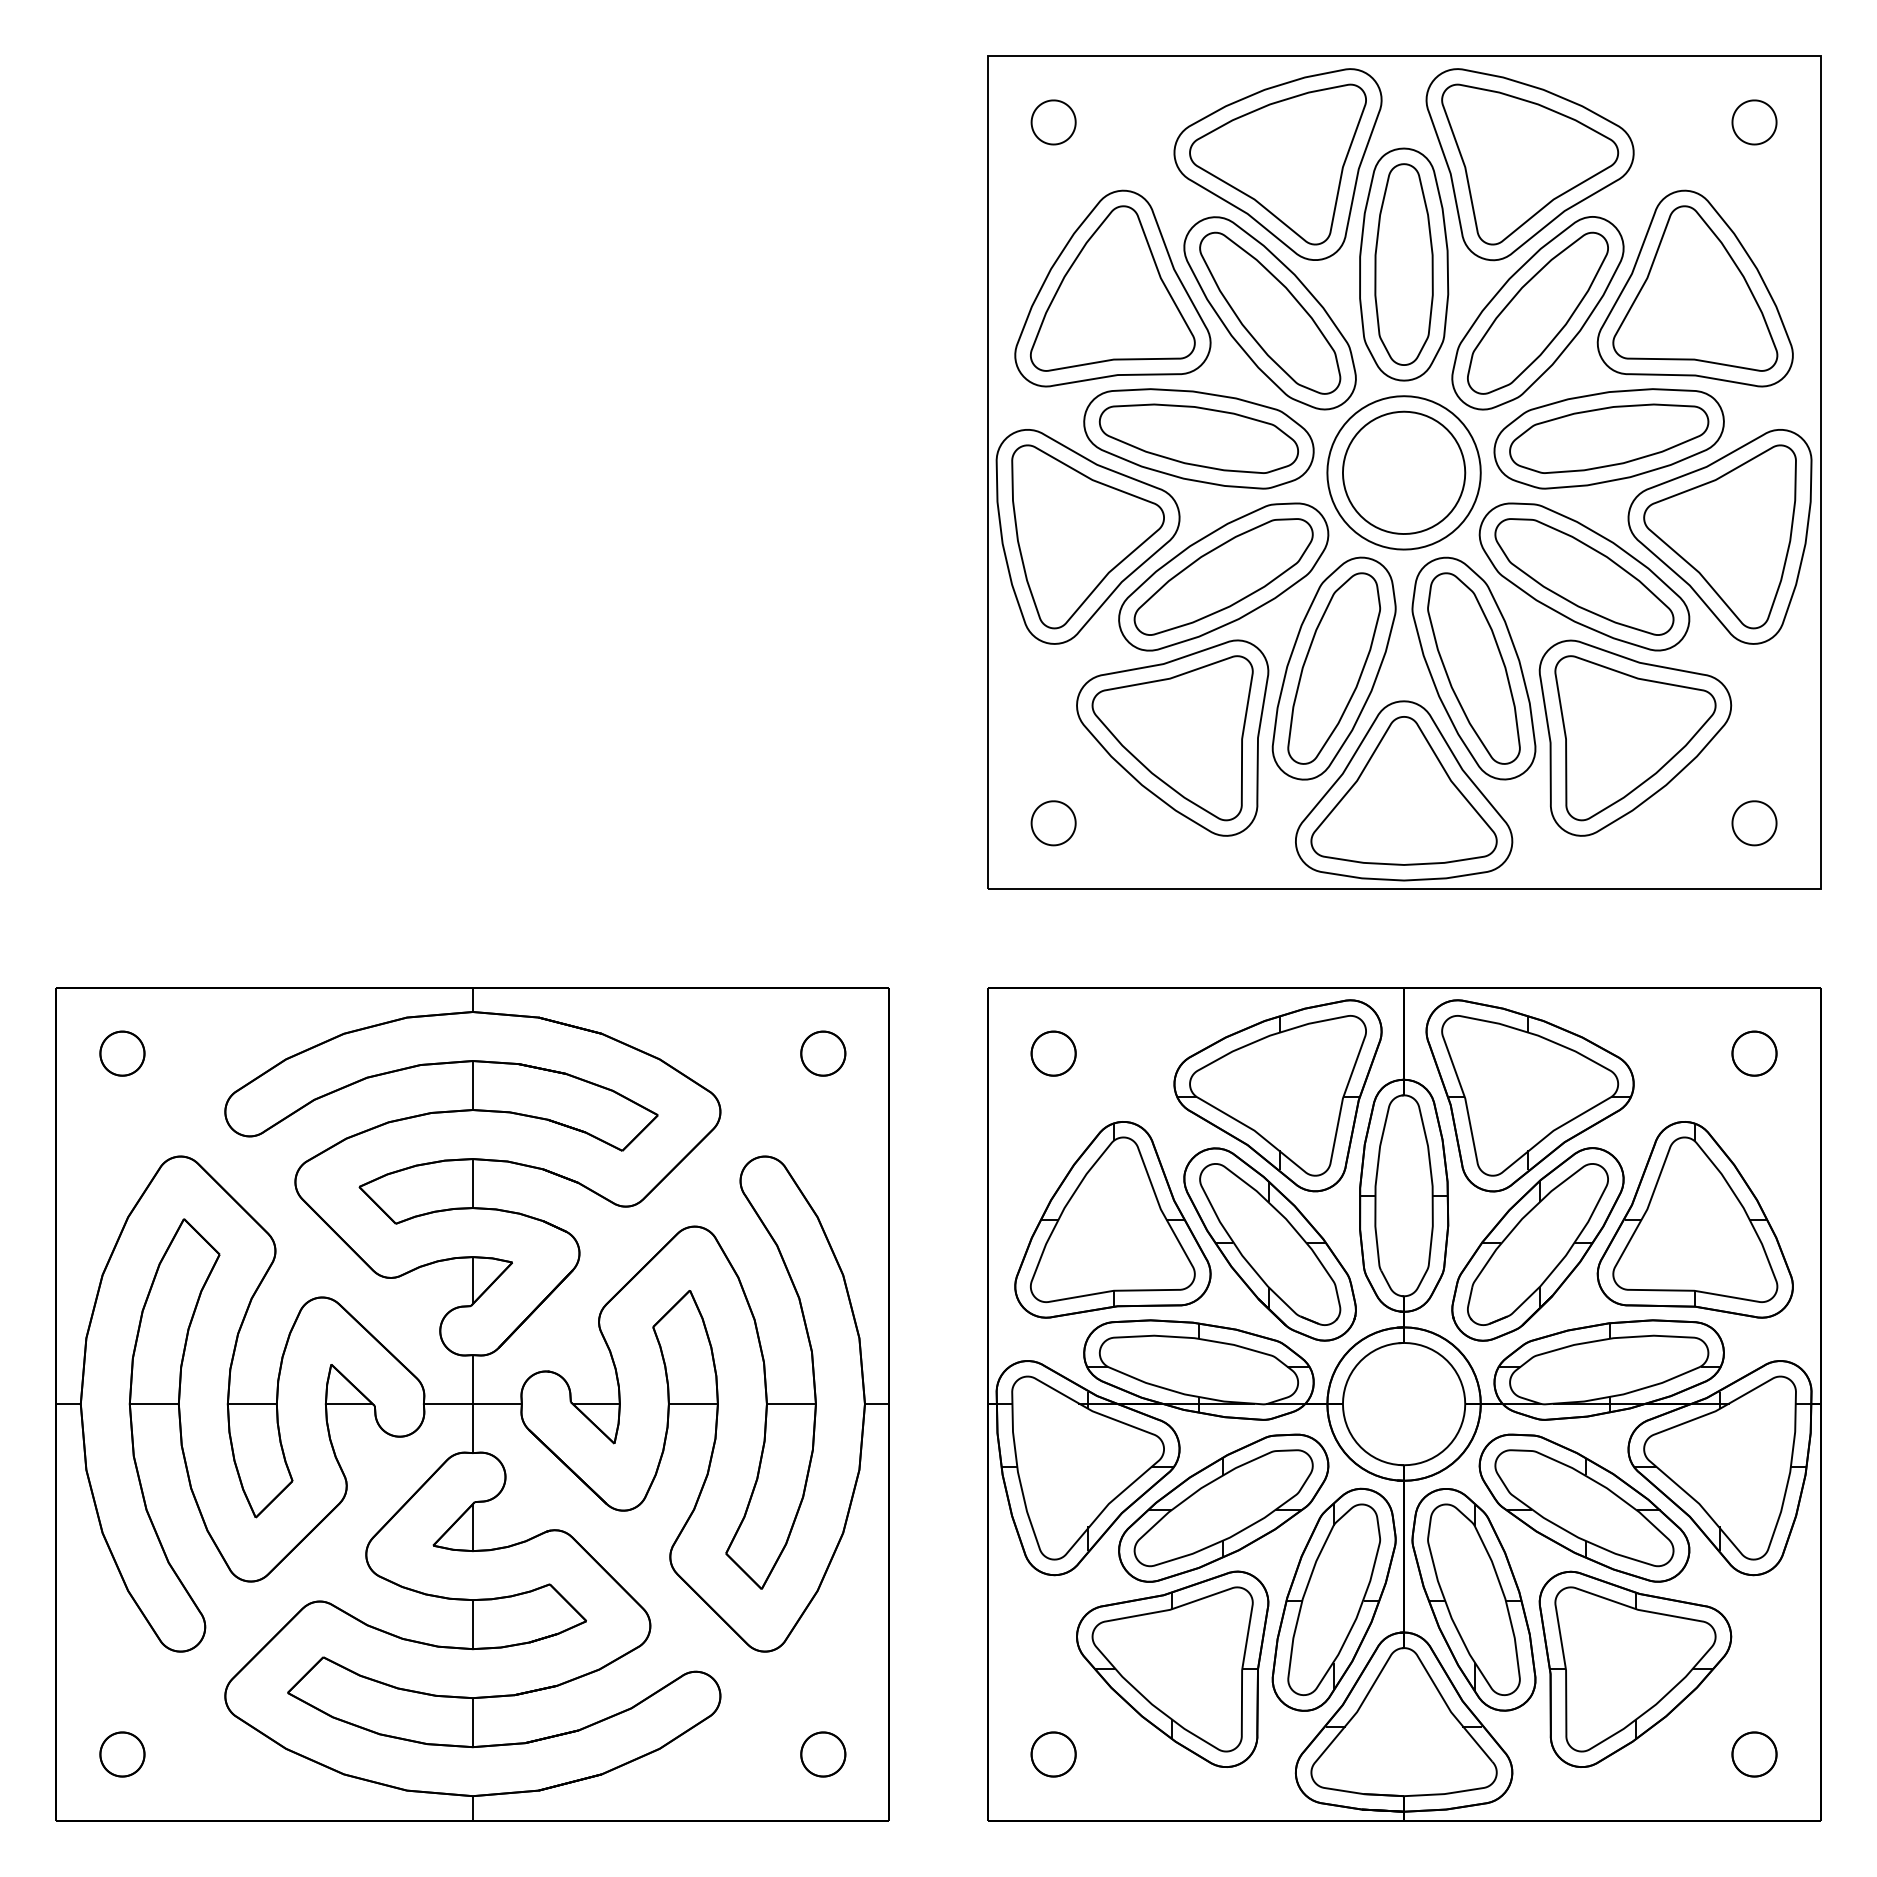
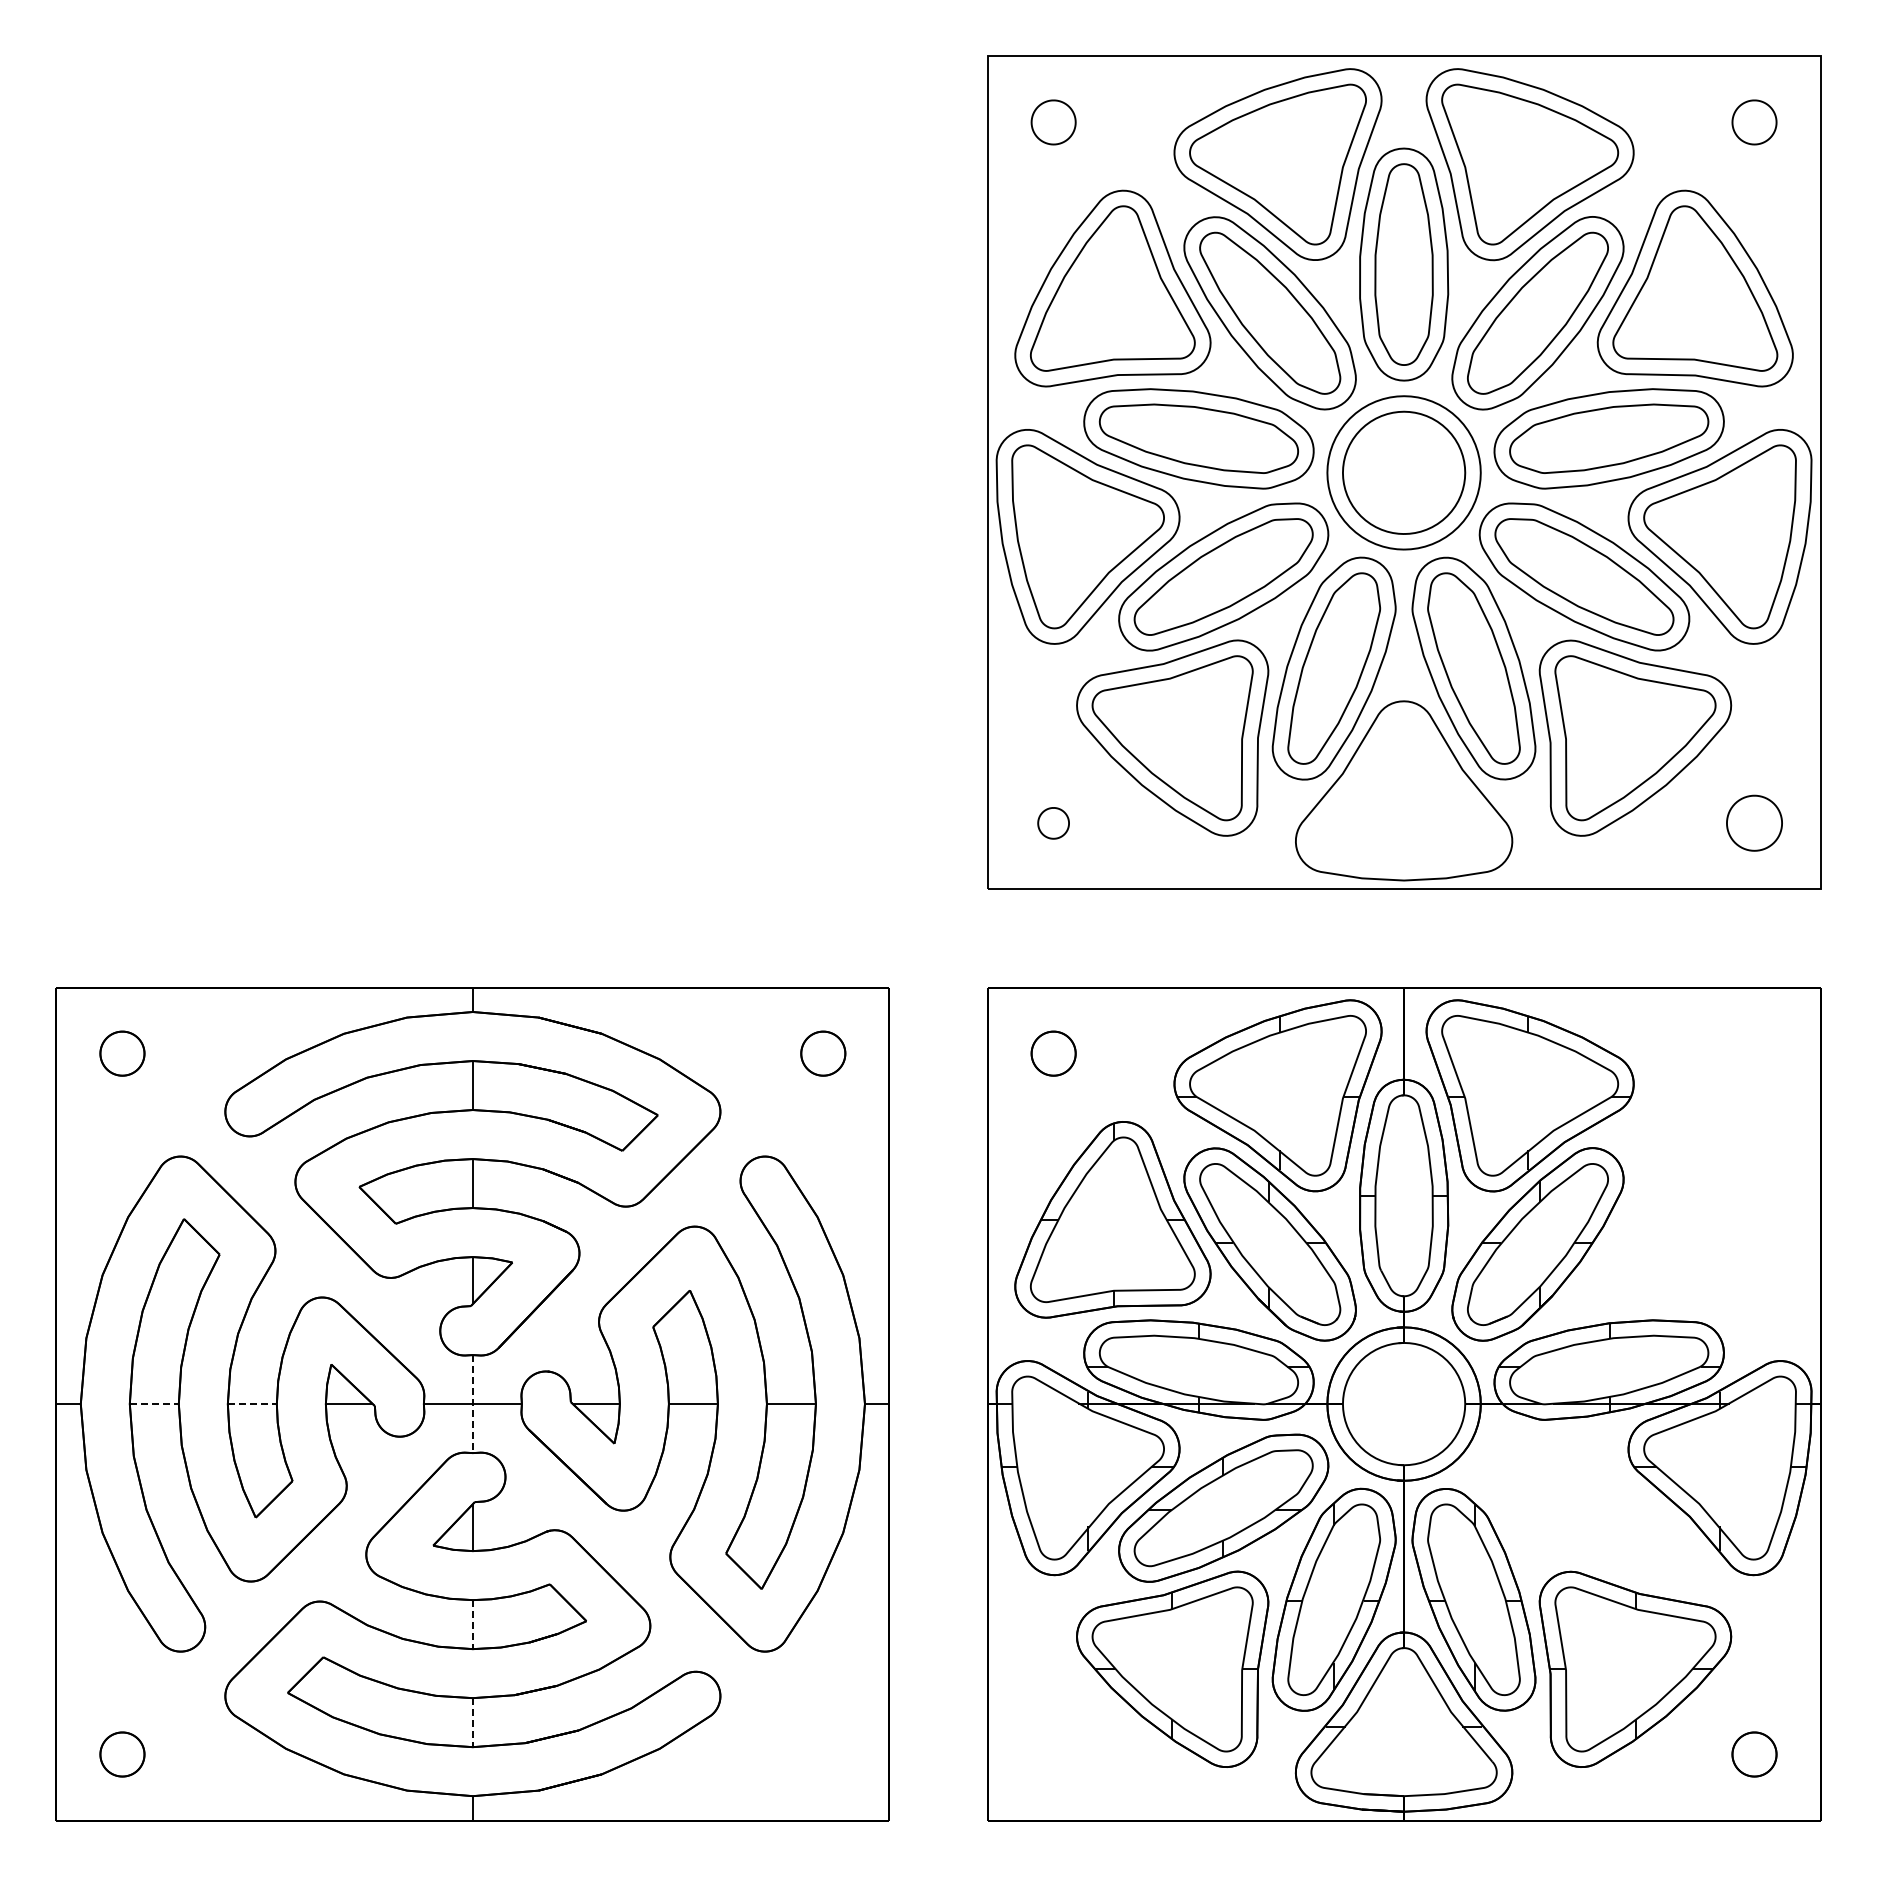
part at (1403, 790): present -> none
part at (1053, 823) size: 47x47 px -> 33x33 px
part at (1754, 823) size: 47x47 px -> 57x58 px
part at (1754, 1053): present -> none
part at (1694, 1219): present -> none
line at (154, 1404): solid -> dashed
line at (252, 1404): solid -> dashed
line at (472, 1404): solid -> dashed
part at (1584, 1507): present -> none
line at (472, 1624): solid -> dashed
line at (472, 1722): solid -> dashed
part at (823, 1754): present -> none
part at (1053, 1754): present -> none
